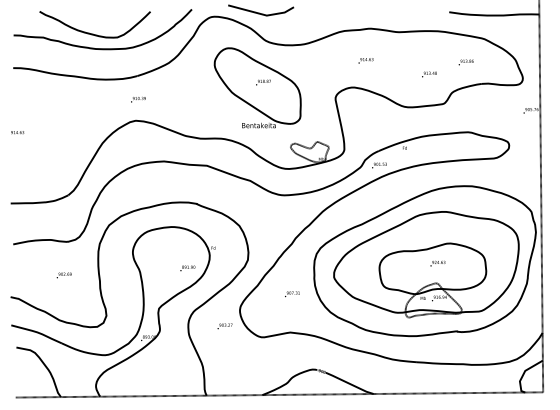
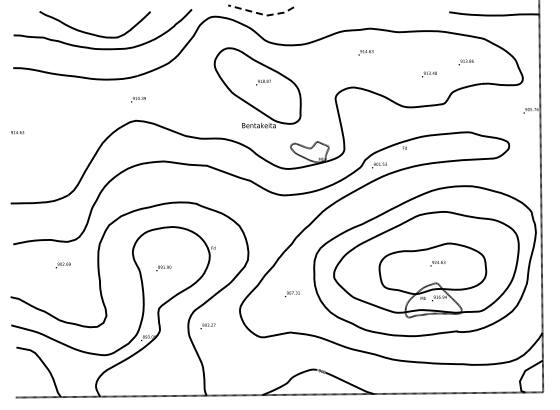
line at (262, 14): solid -> dashed
text at (365, 60) position: (365, 60) -> (365, 52)
text at (187, 268) position: (187, 268) -> (163, 268)
text at (63, 275) position: (63, 275) -> (62, 265)
text at (224, 326) position: (224, 326) -> (207, 326)
